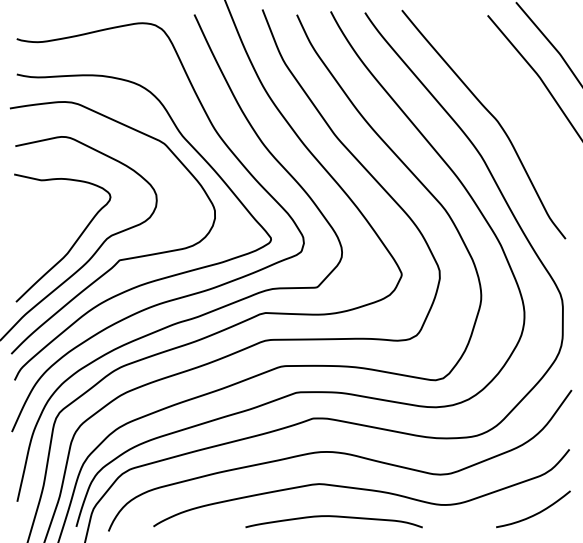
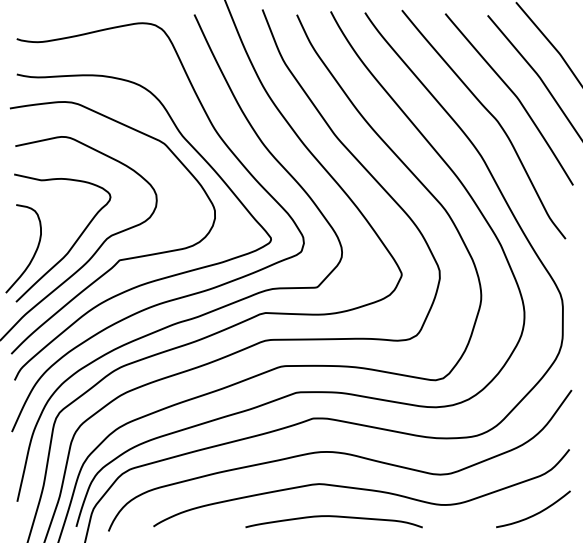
curve at (513, 94): none -> present
curve at (33, 254): none -> present
